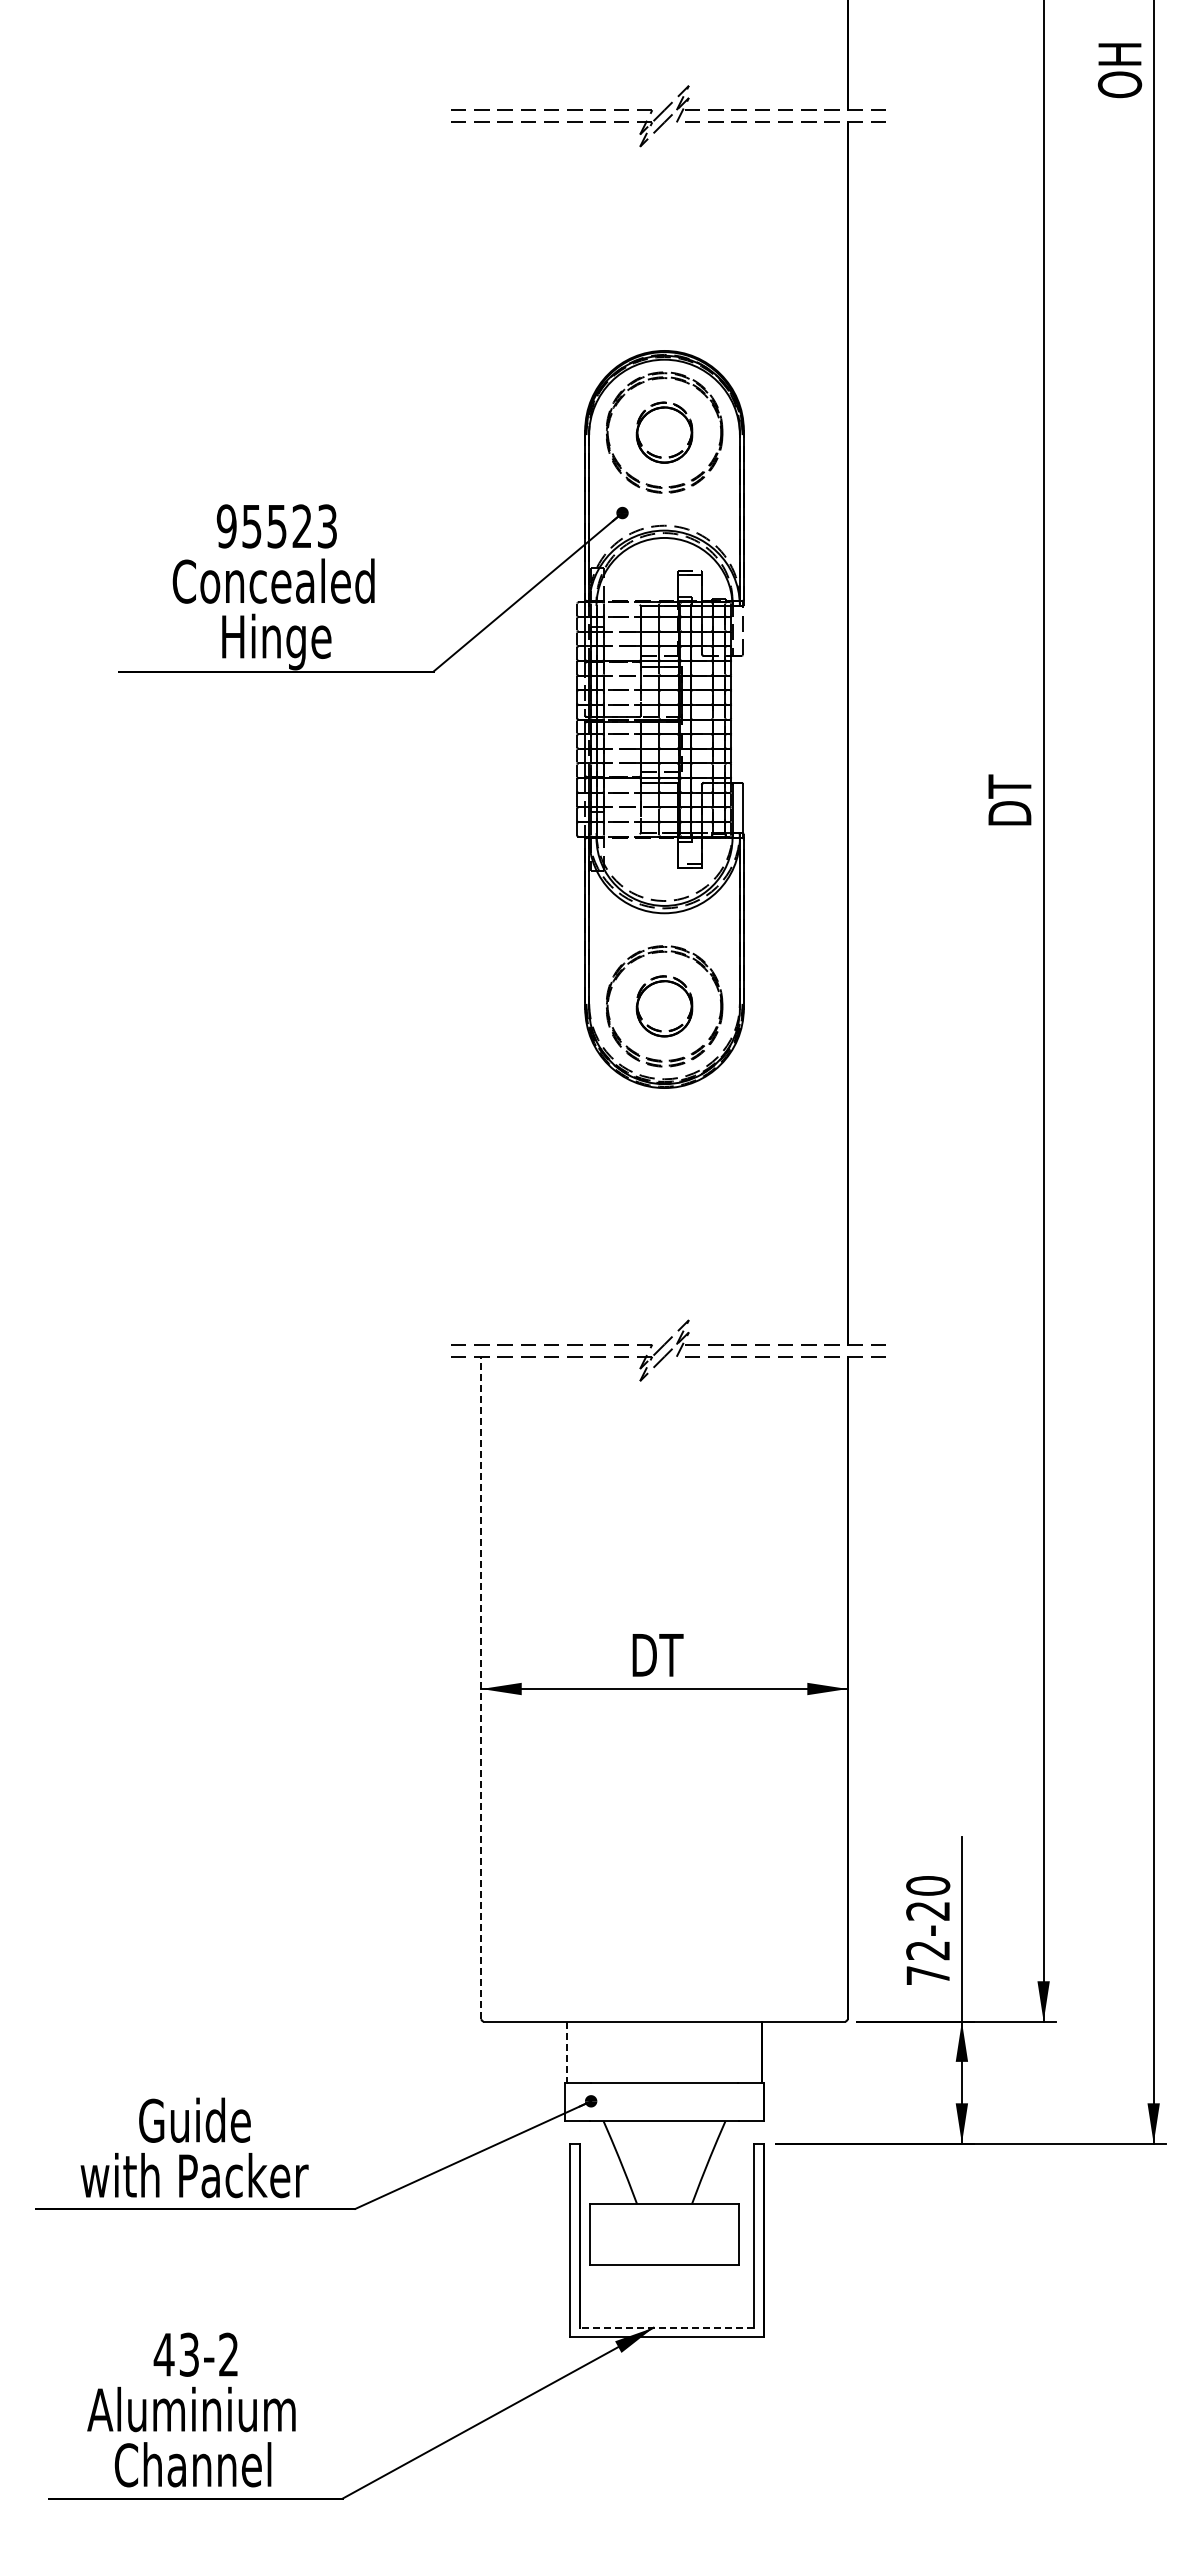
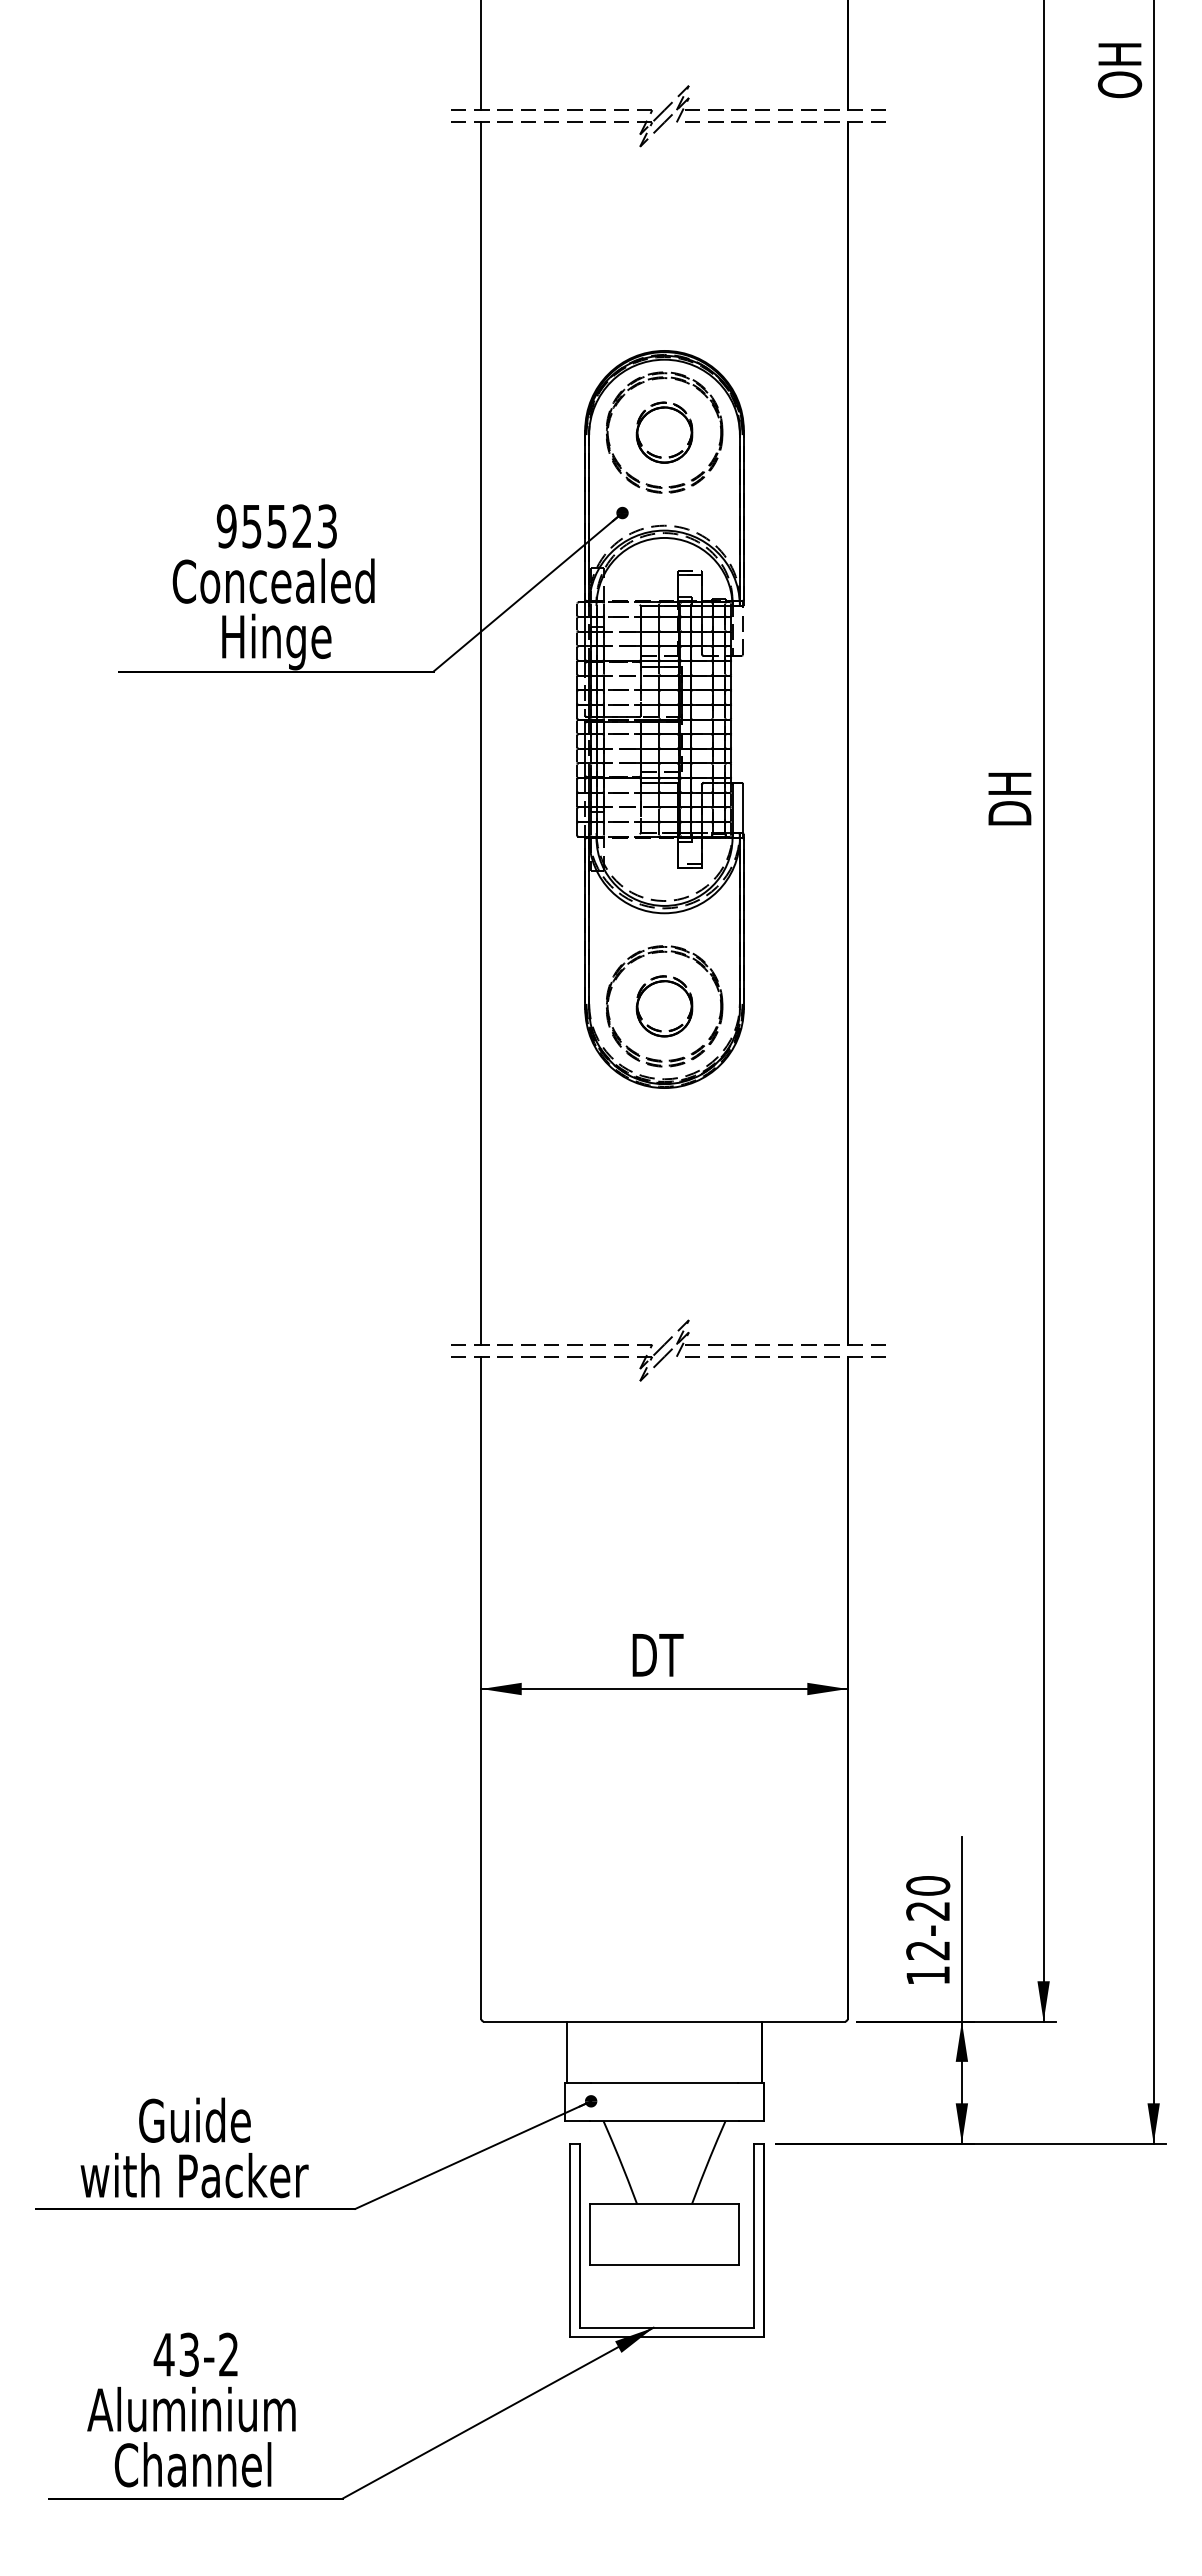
line at (481, 56): none -> present
line at (481, 733): none -> present
text at (1009, 785): DT -> DH
line at (481, 1687): dashed -> solid
text at (927, 1975): 72-20 -> 12-20
line at (566, 2052): dashed -> solid
line at (666, 2327): dashed -> solid
